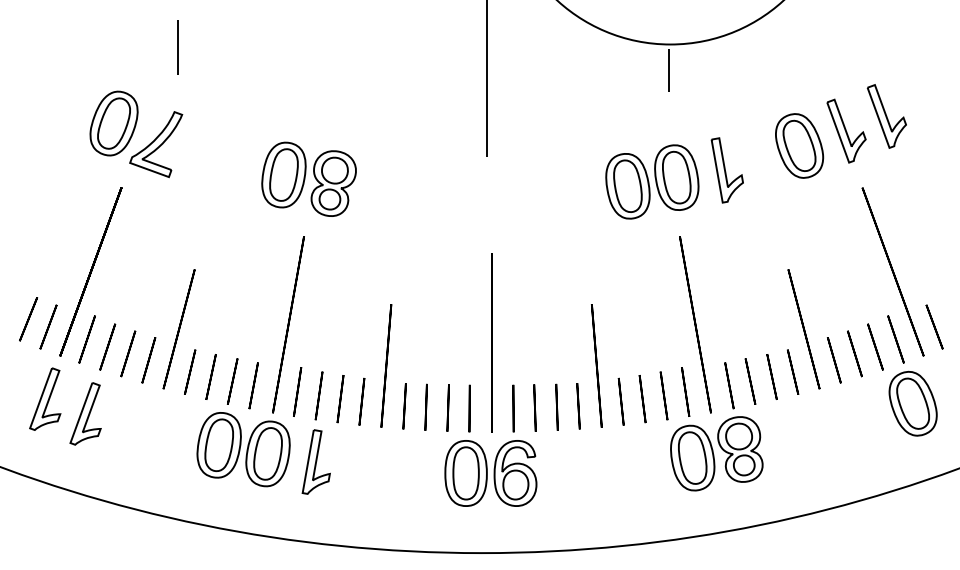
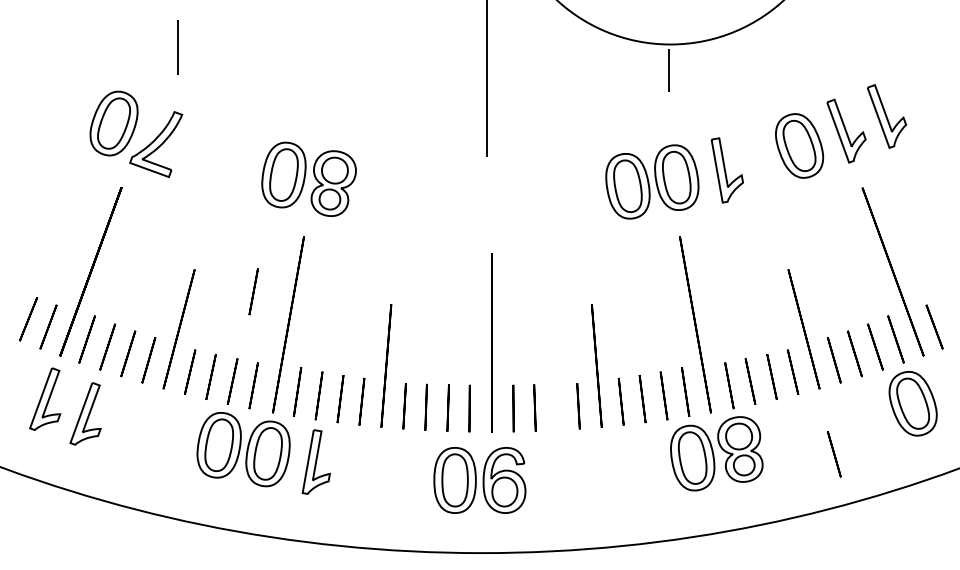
line at (253, 291): none -> present
line at (556, 406): present -> none
line at (834, 454): none -> present
part at (490, 473) position: (490, 473) -> (479, 480)
